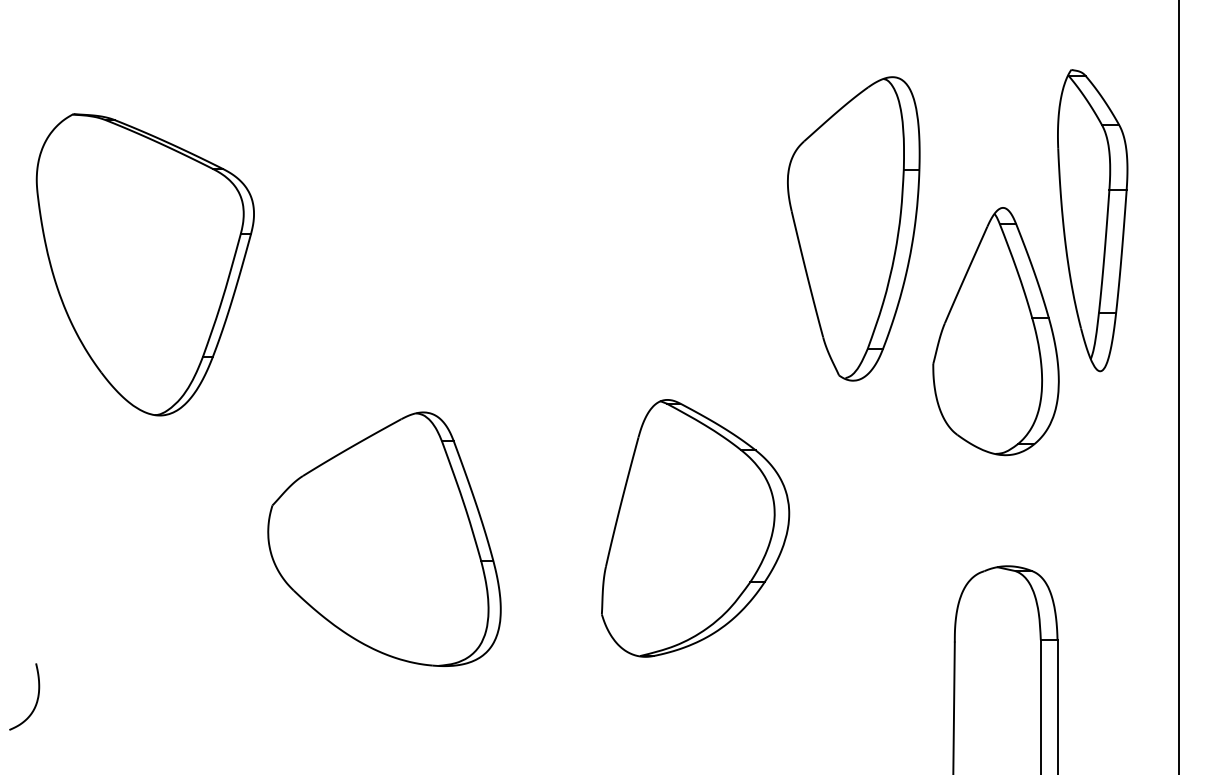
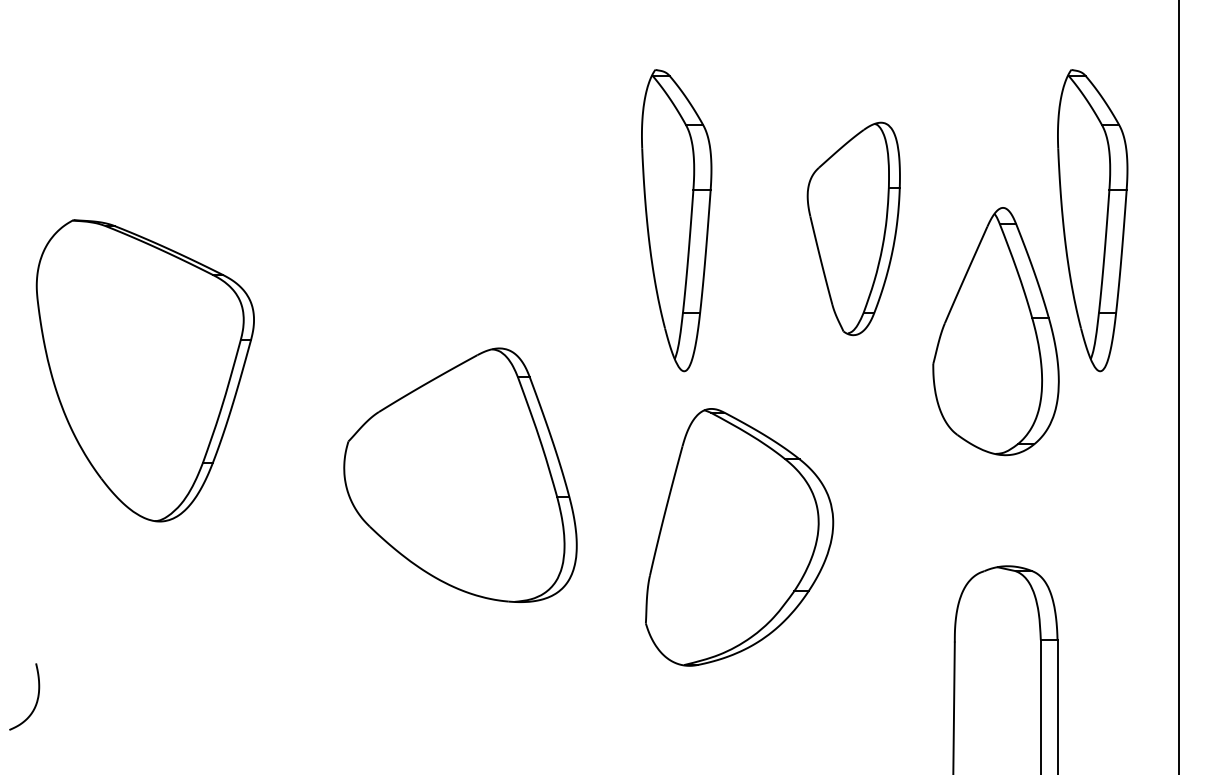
part at (676, 220): none -> present
part at (853, 228) size: 134x306 px -> 95x216 px
part at (144, 264) position: (144, 264) -> (144, 370)
part at (695, 528) position: (695, 528) -> (739, 537)
part at (384, 538) position: (384, 538) -> (460, 474)
